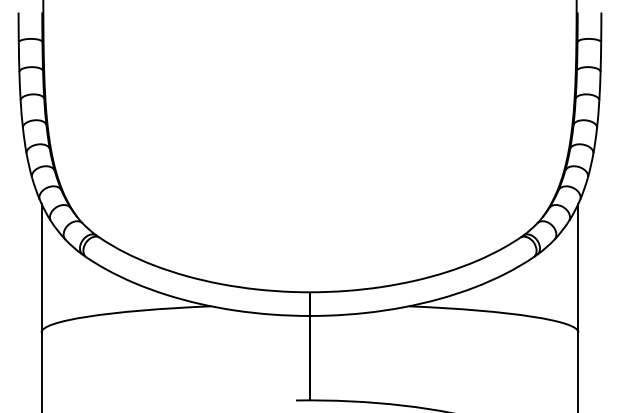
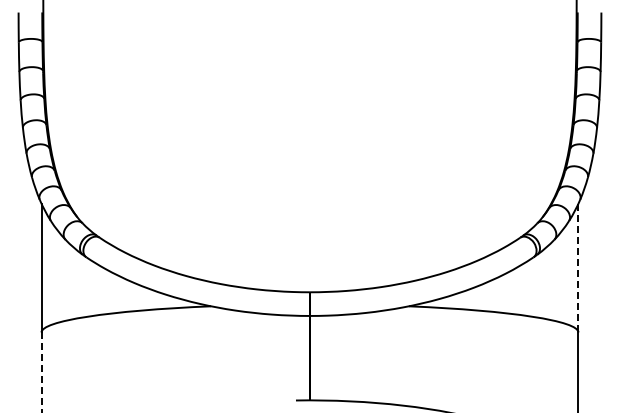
line at (578, 268): solid -> dashed
line at (41, 372): solid -> dashed
